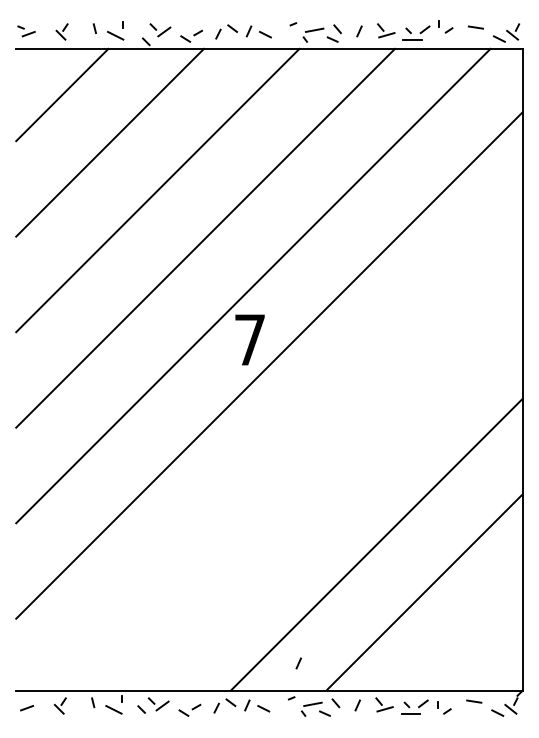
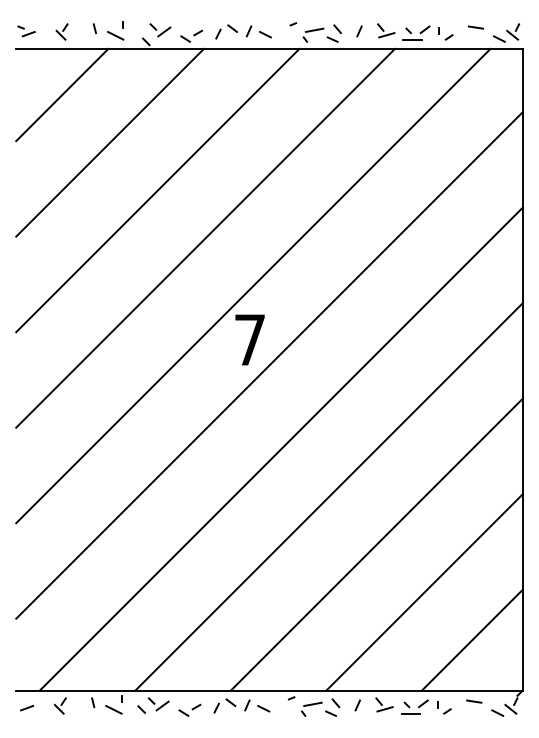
part at (445, 26) position: (445, 26) -> (445, 33)
line at (280, 448): none -> present
line at (328, 496): none -> present
line at (471, 639): none -> present
line at (298, 663): present -> none
line at (324, 713) position: (324, 713) -> (330, 713)
